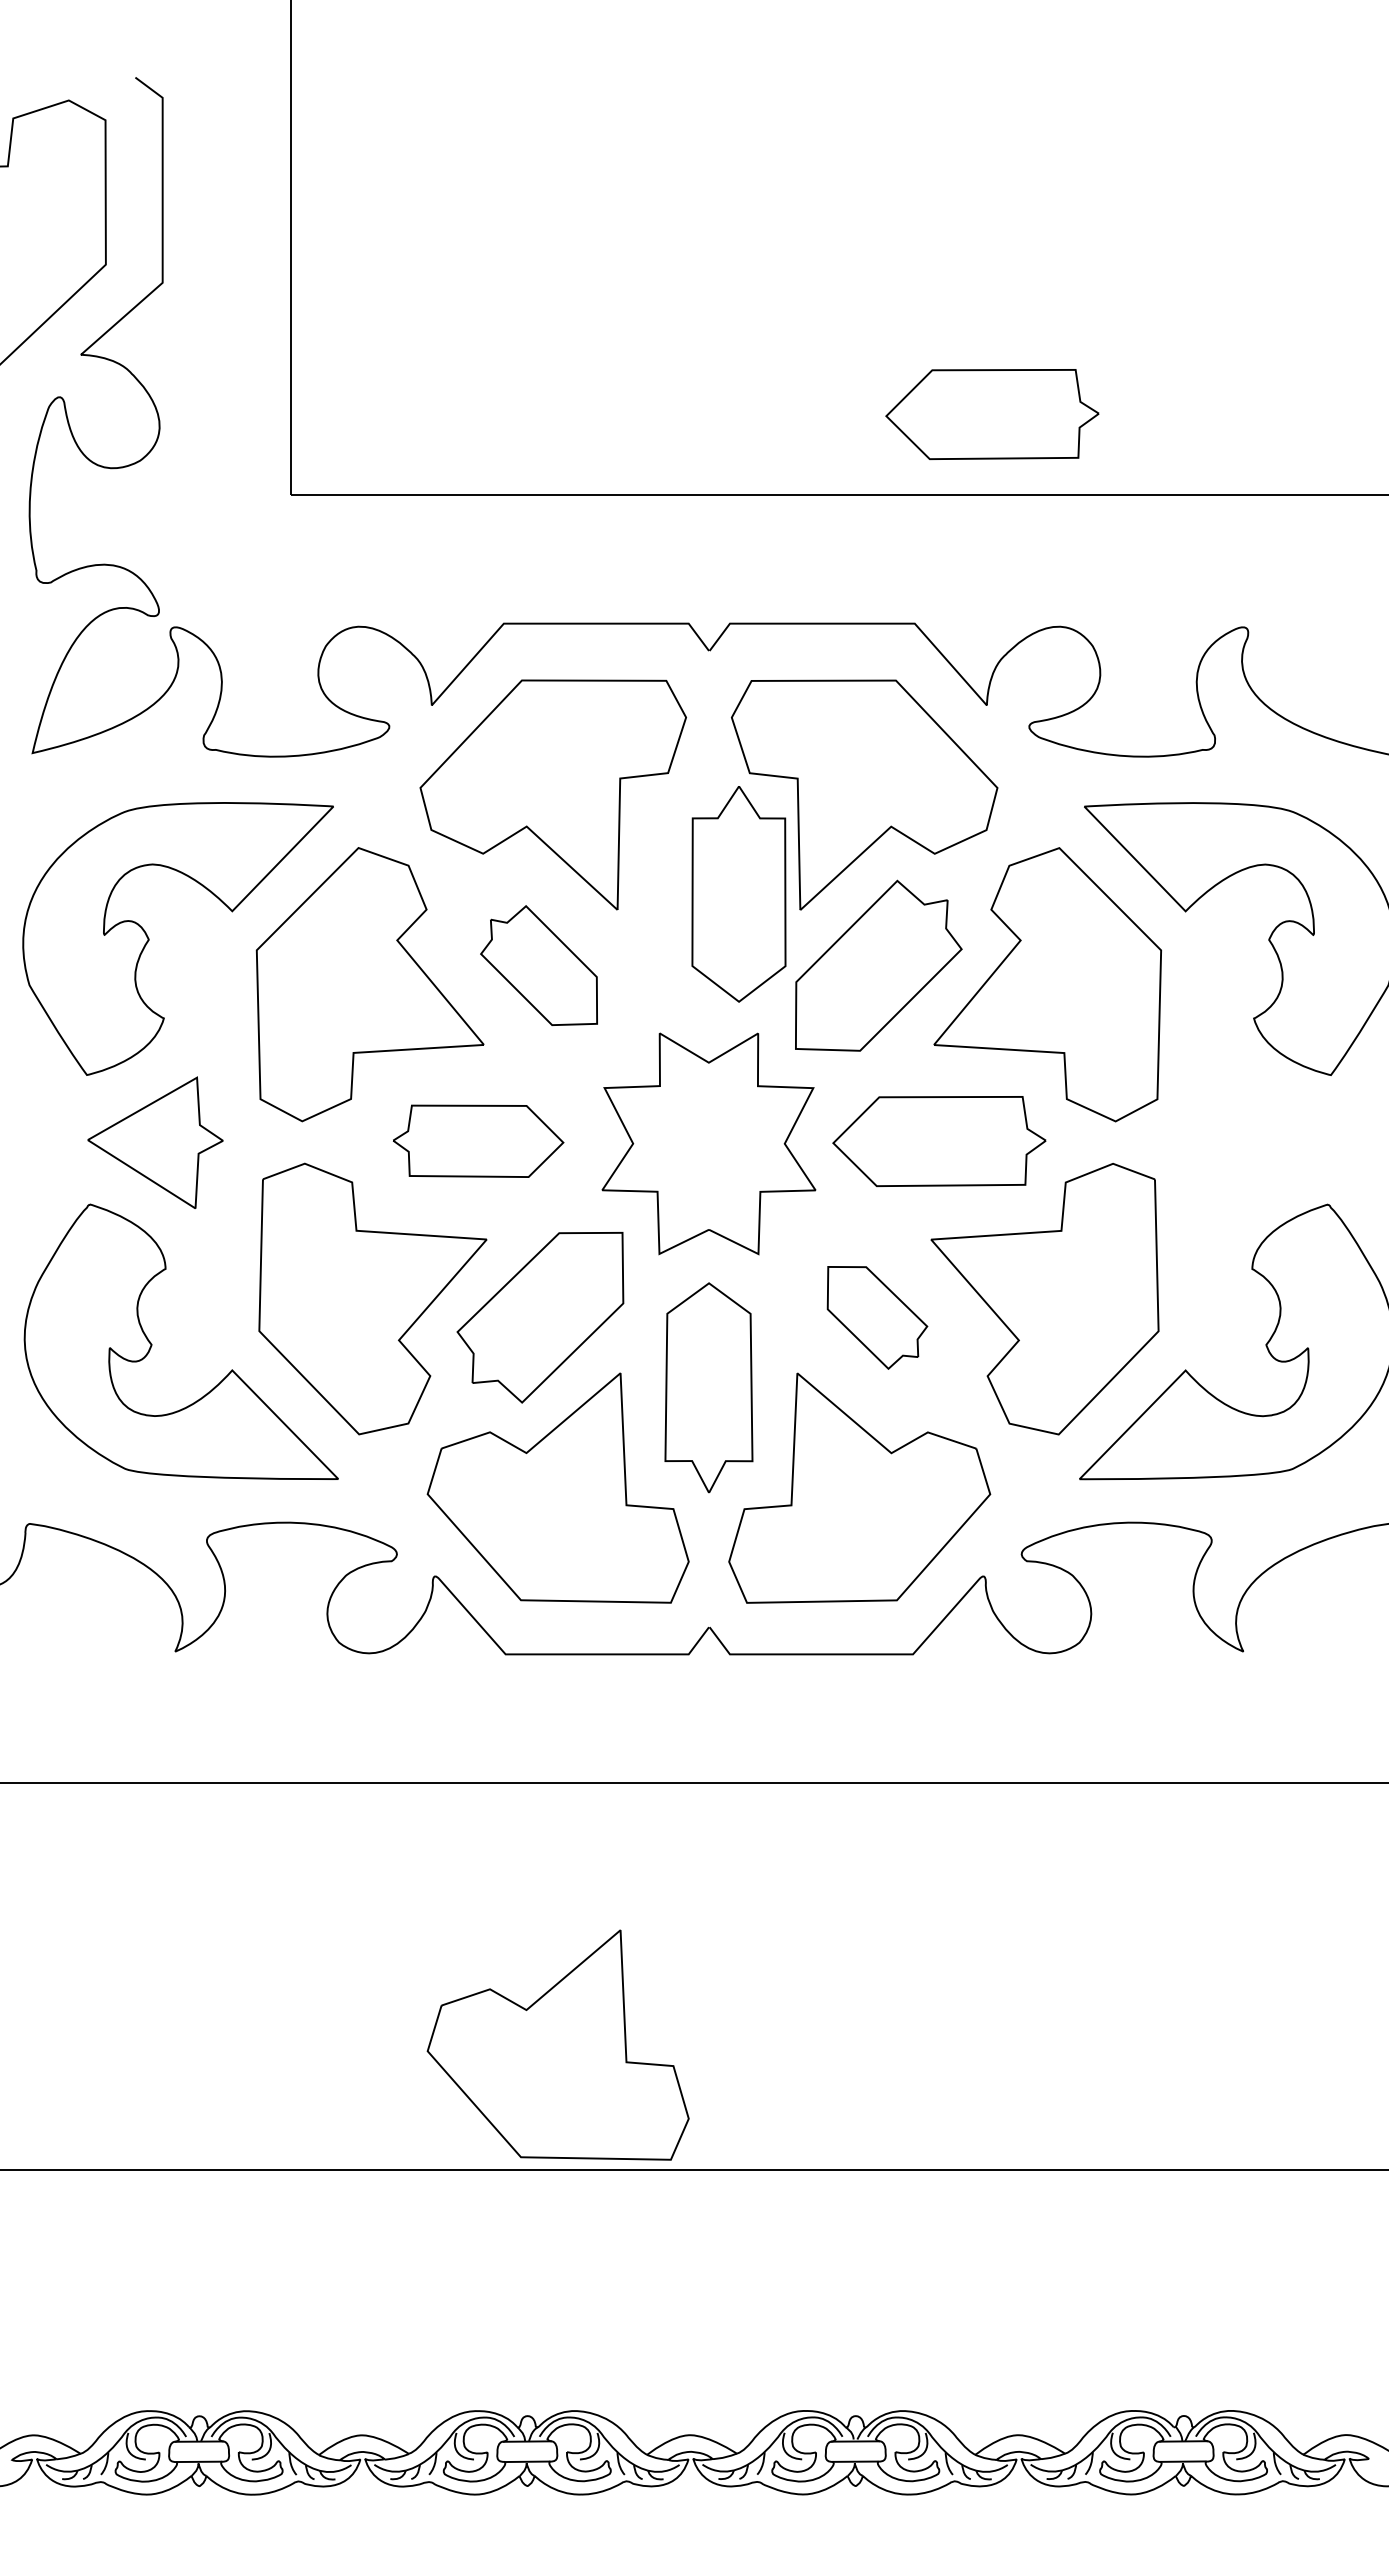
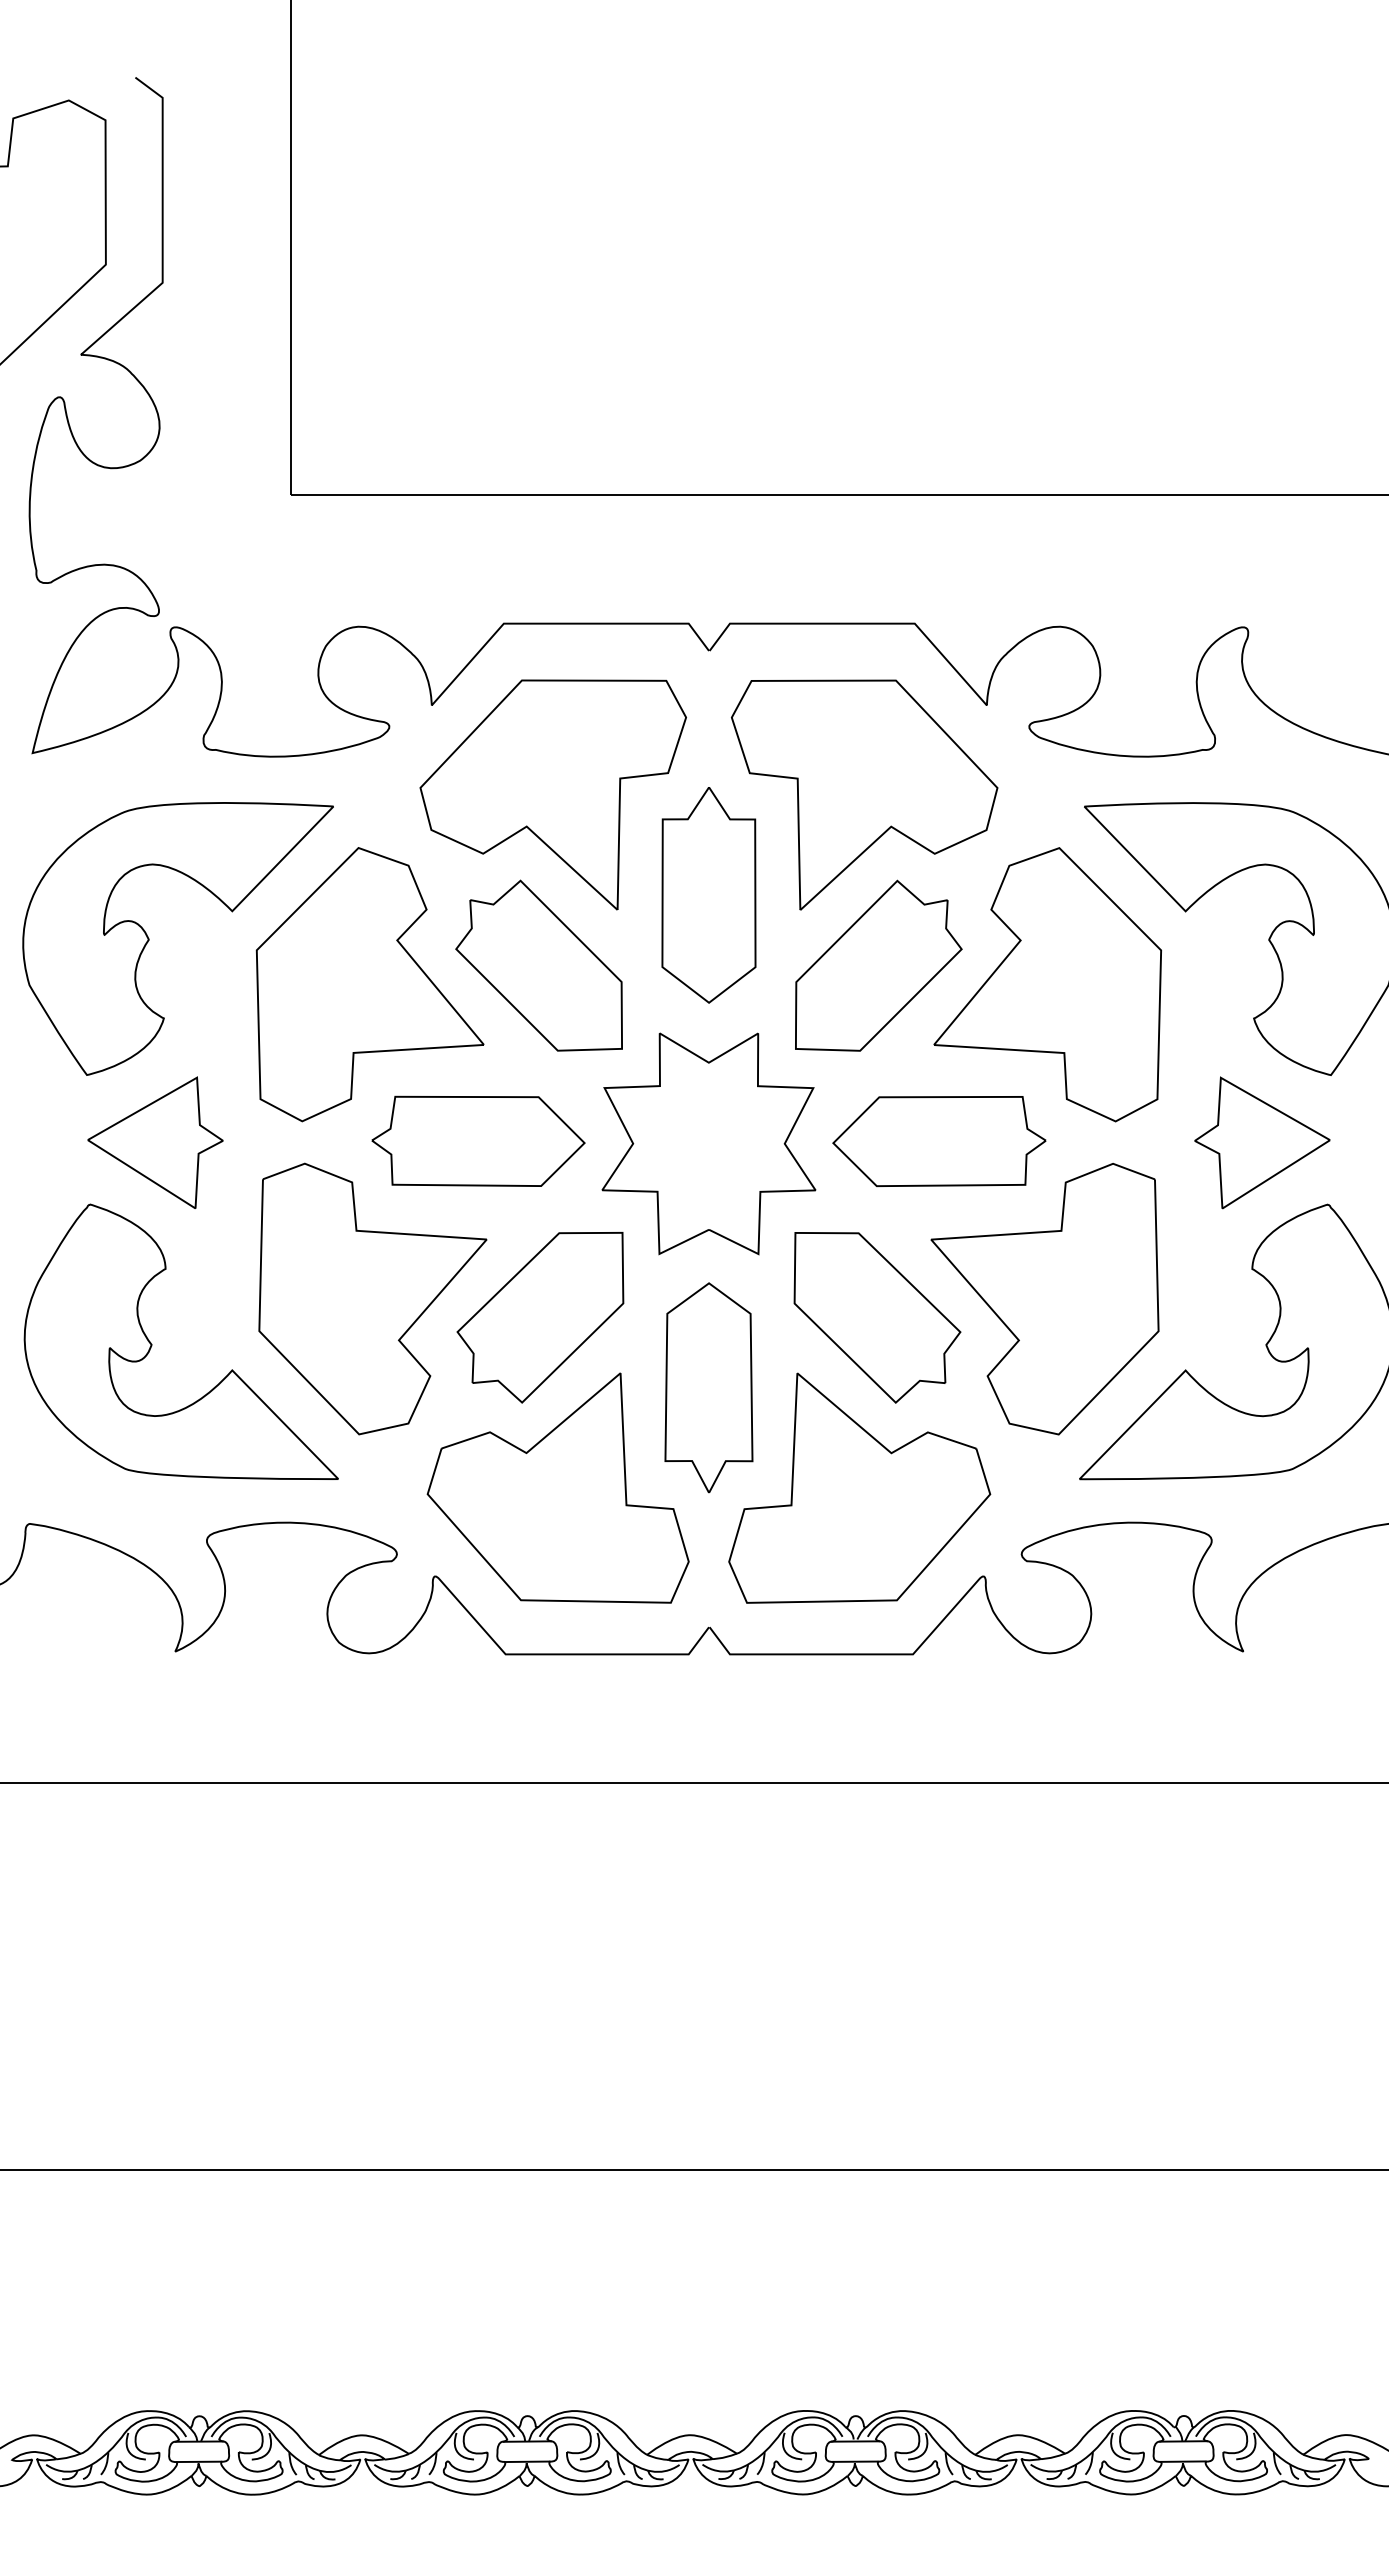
part at (992, 414): present -> none
part at (738, 894) position: (738, 894) -> (708, 895)
part at (538, 965) size: 118x121 px -> 168x173 px
part at (478, 1140) size: 172x74 px -> 215x92 px
part at (1262, 1142): none -> present
part at (877, 1317) size: 103x104 px -> 169x172 px
part at (557, 2044): present -> none
